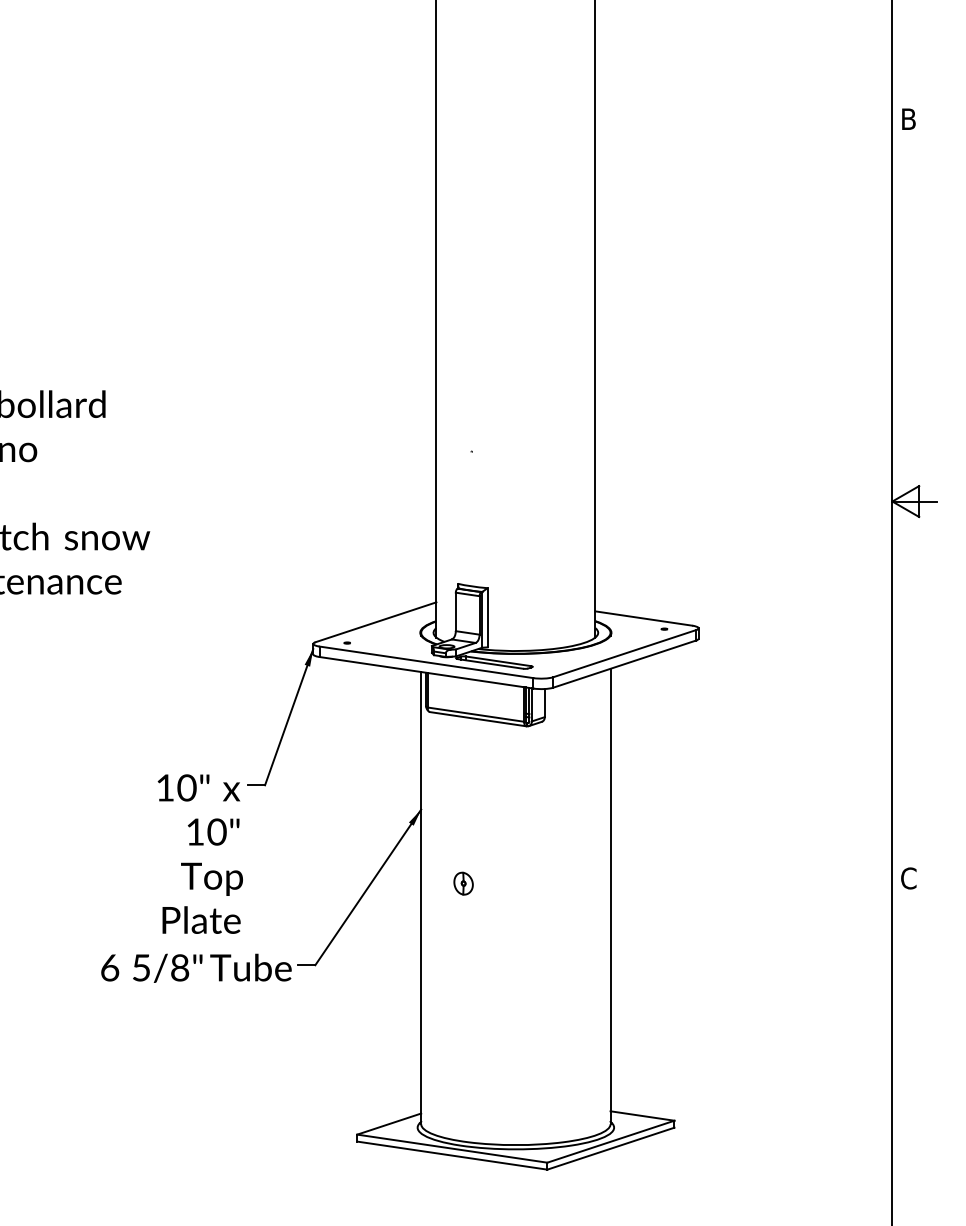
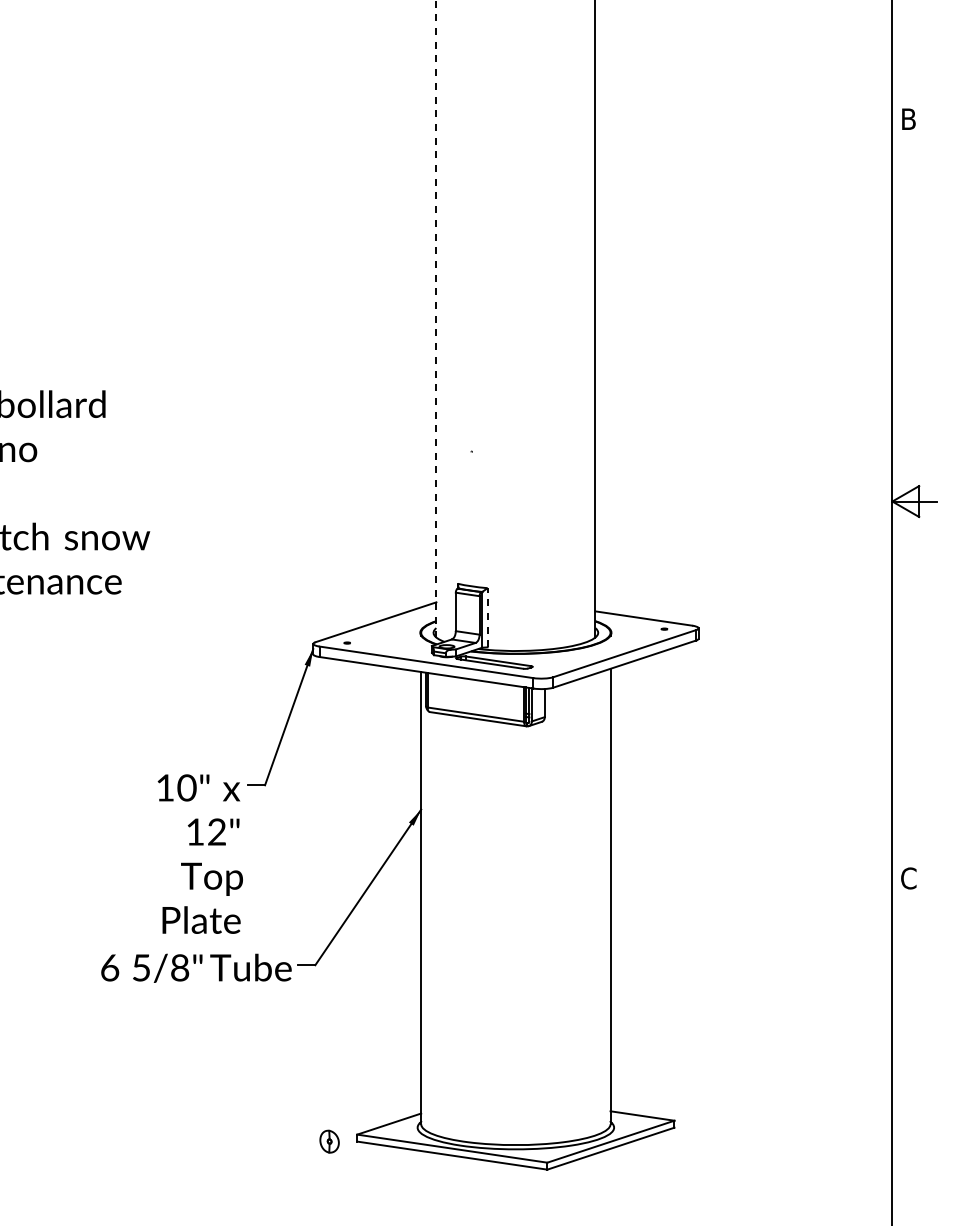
line at (436, 319): solid -> dashed
line at (487, 617): solid -> dashed
text at (216, 832): 10" -> 12"
part at (463, 883) position: (463, 883) -> (329, 1141)
